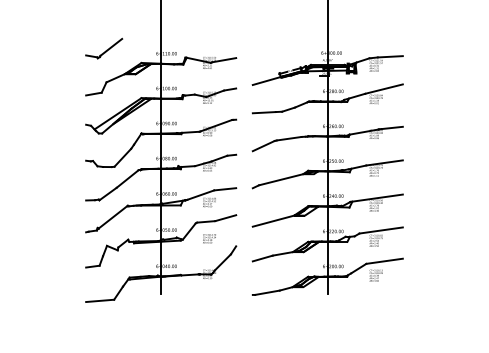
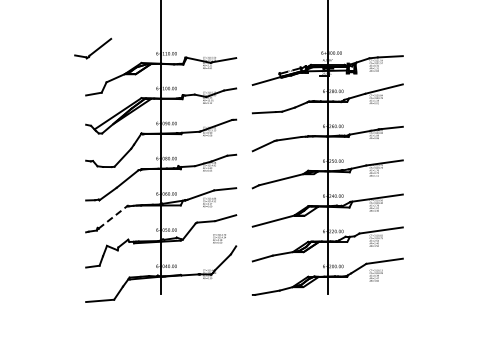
part at (104, 48) position: (104, 48) -> (93, 48)
line at (113, 217): solid -> dashed
text at (209, 238) position: (209, 238) -> (219, 238)
